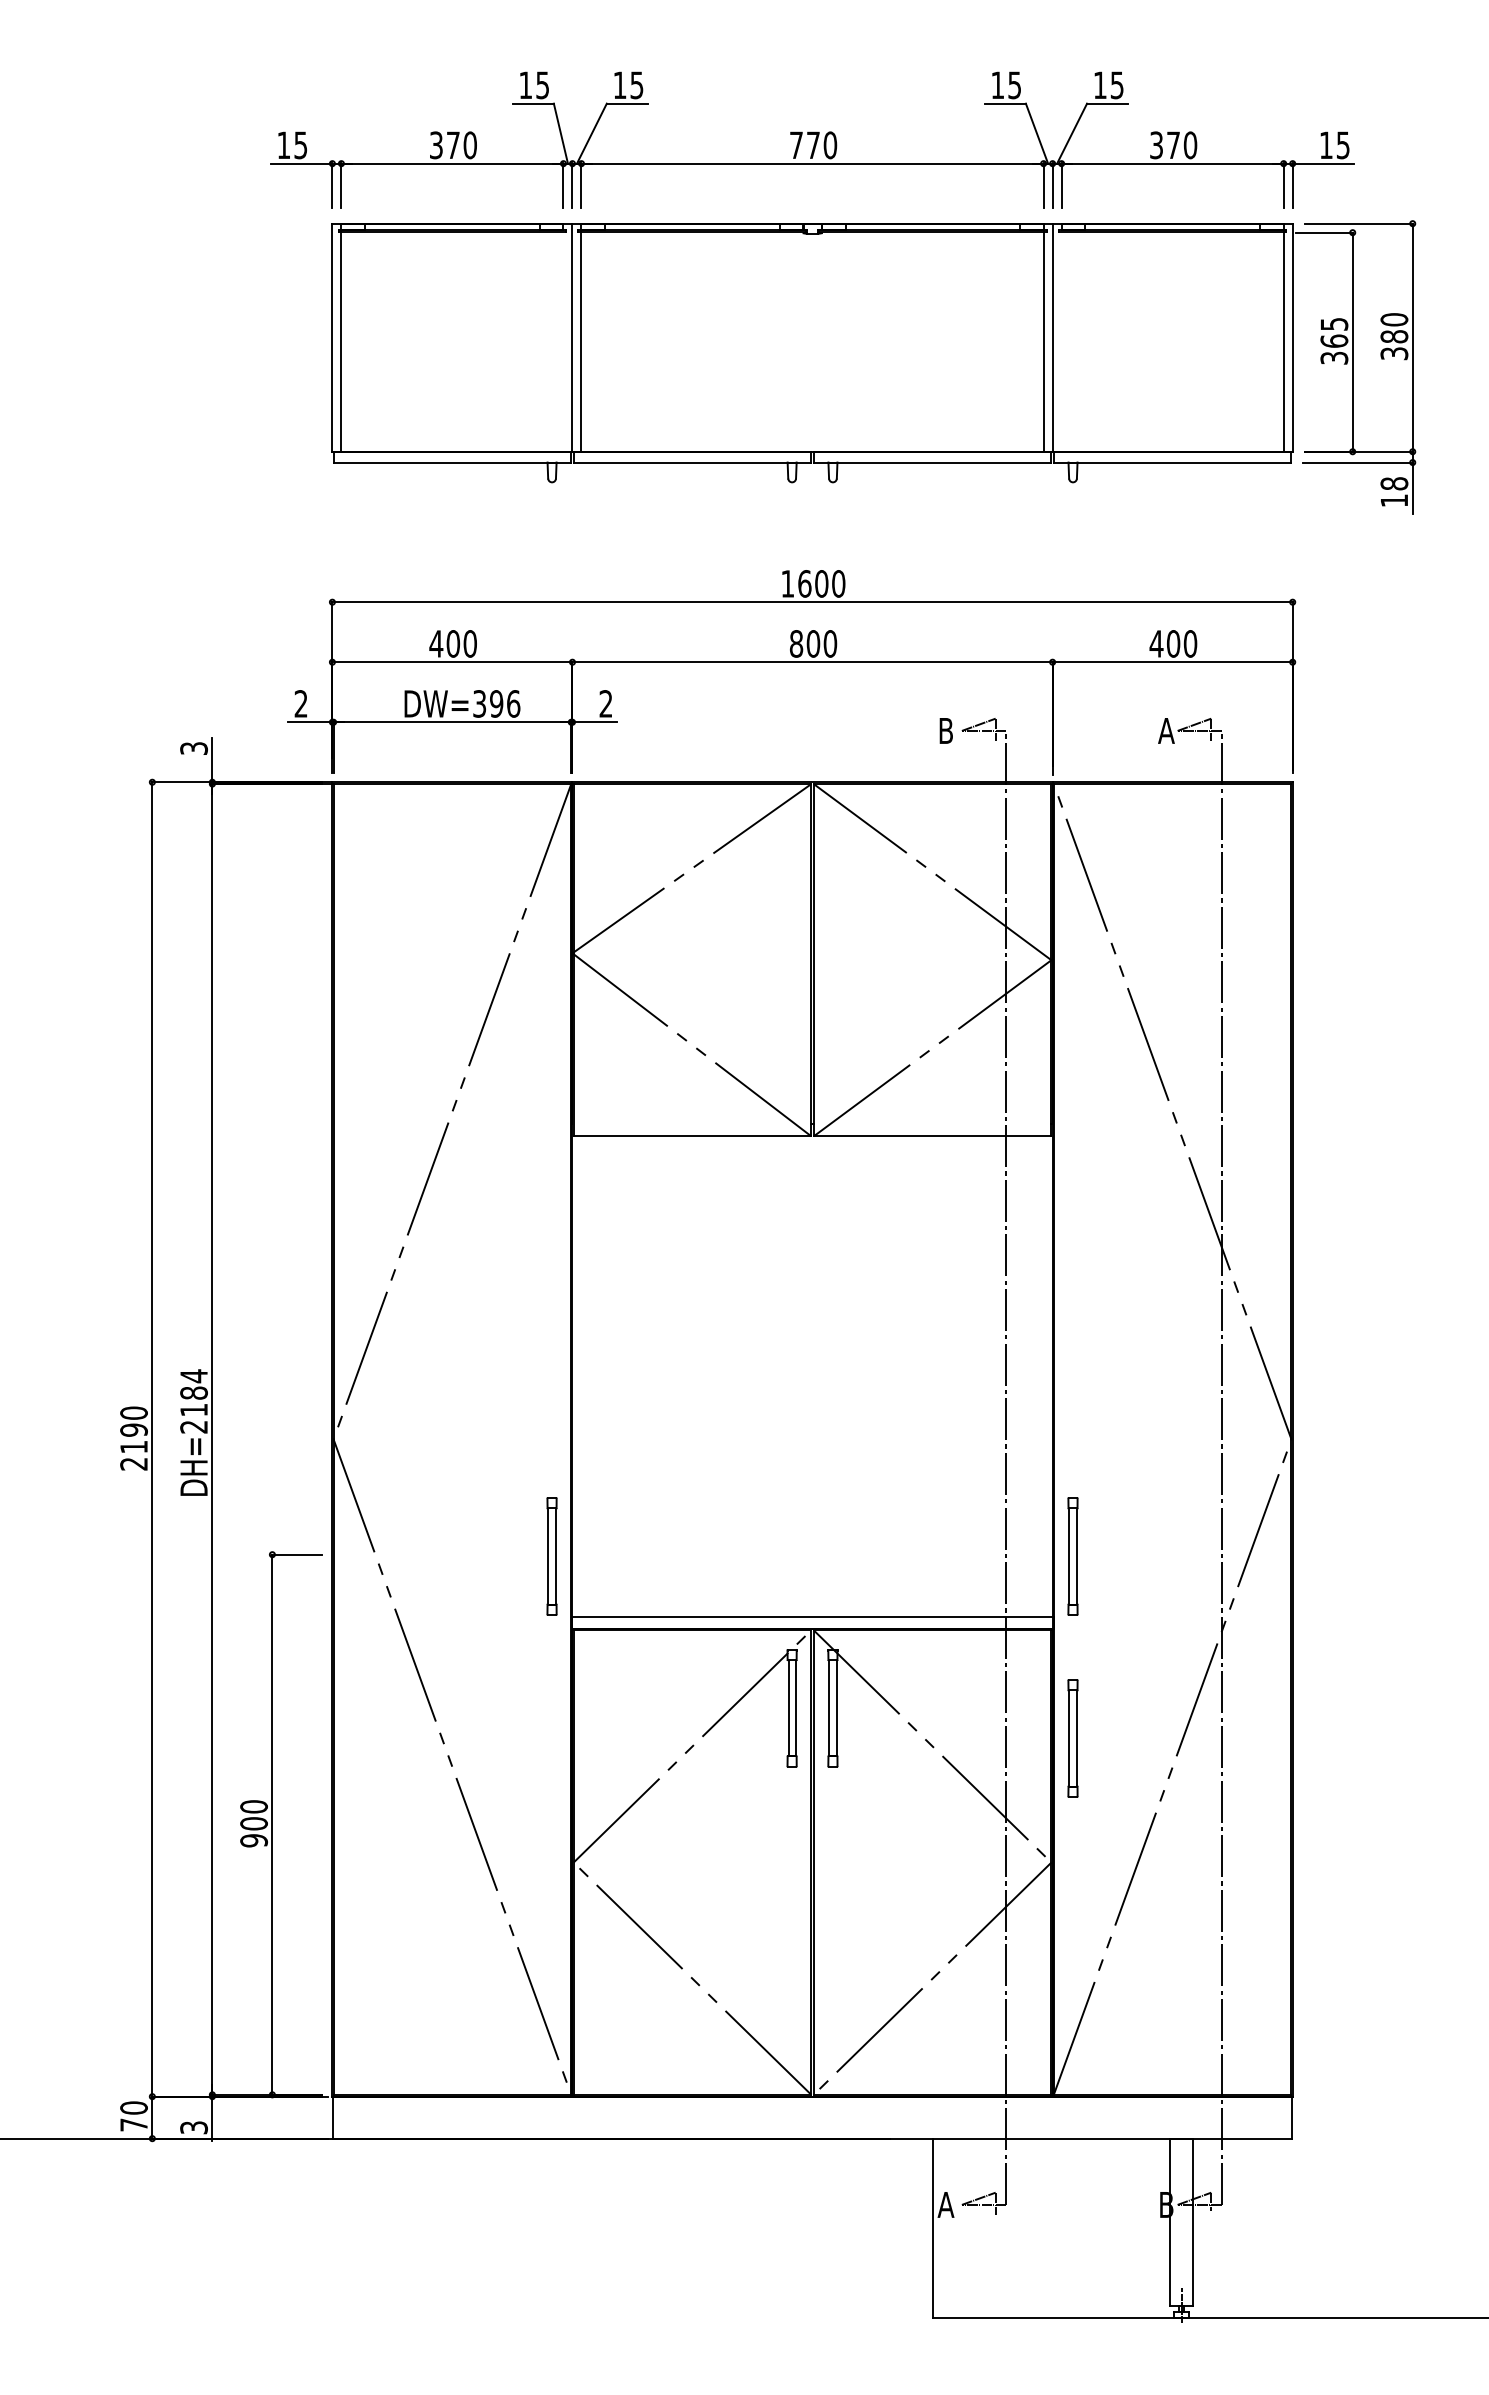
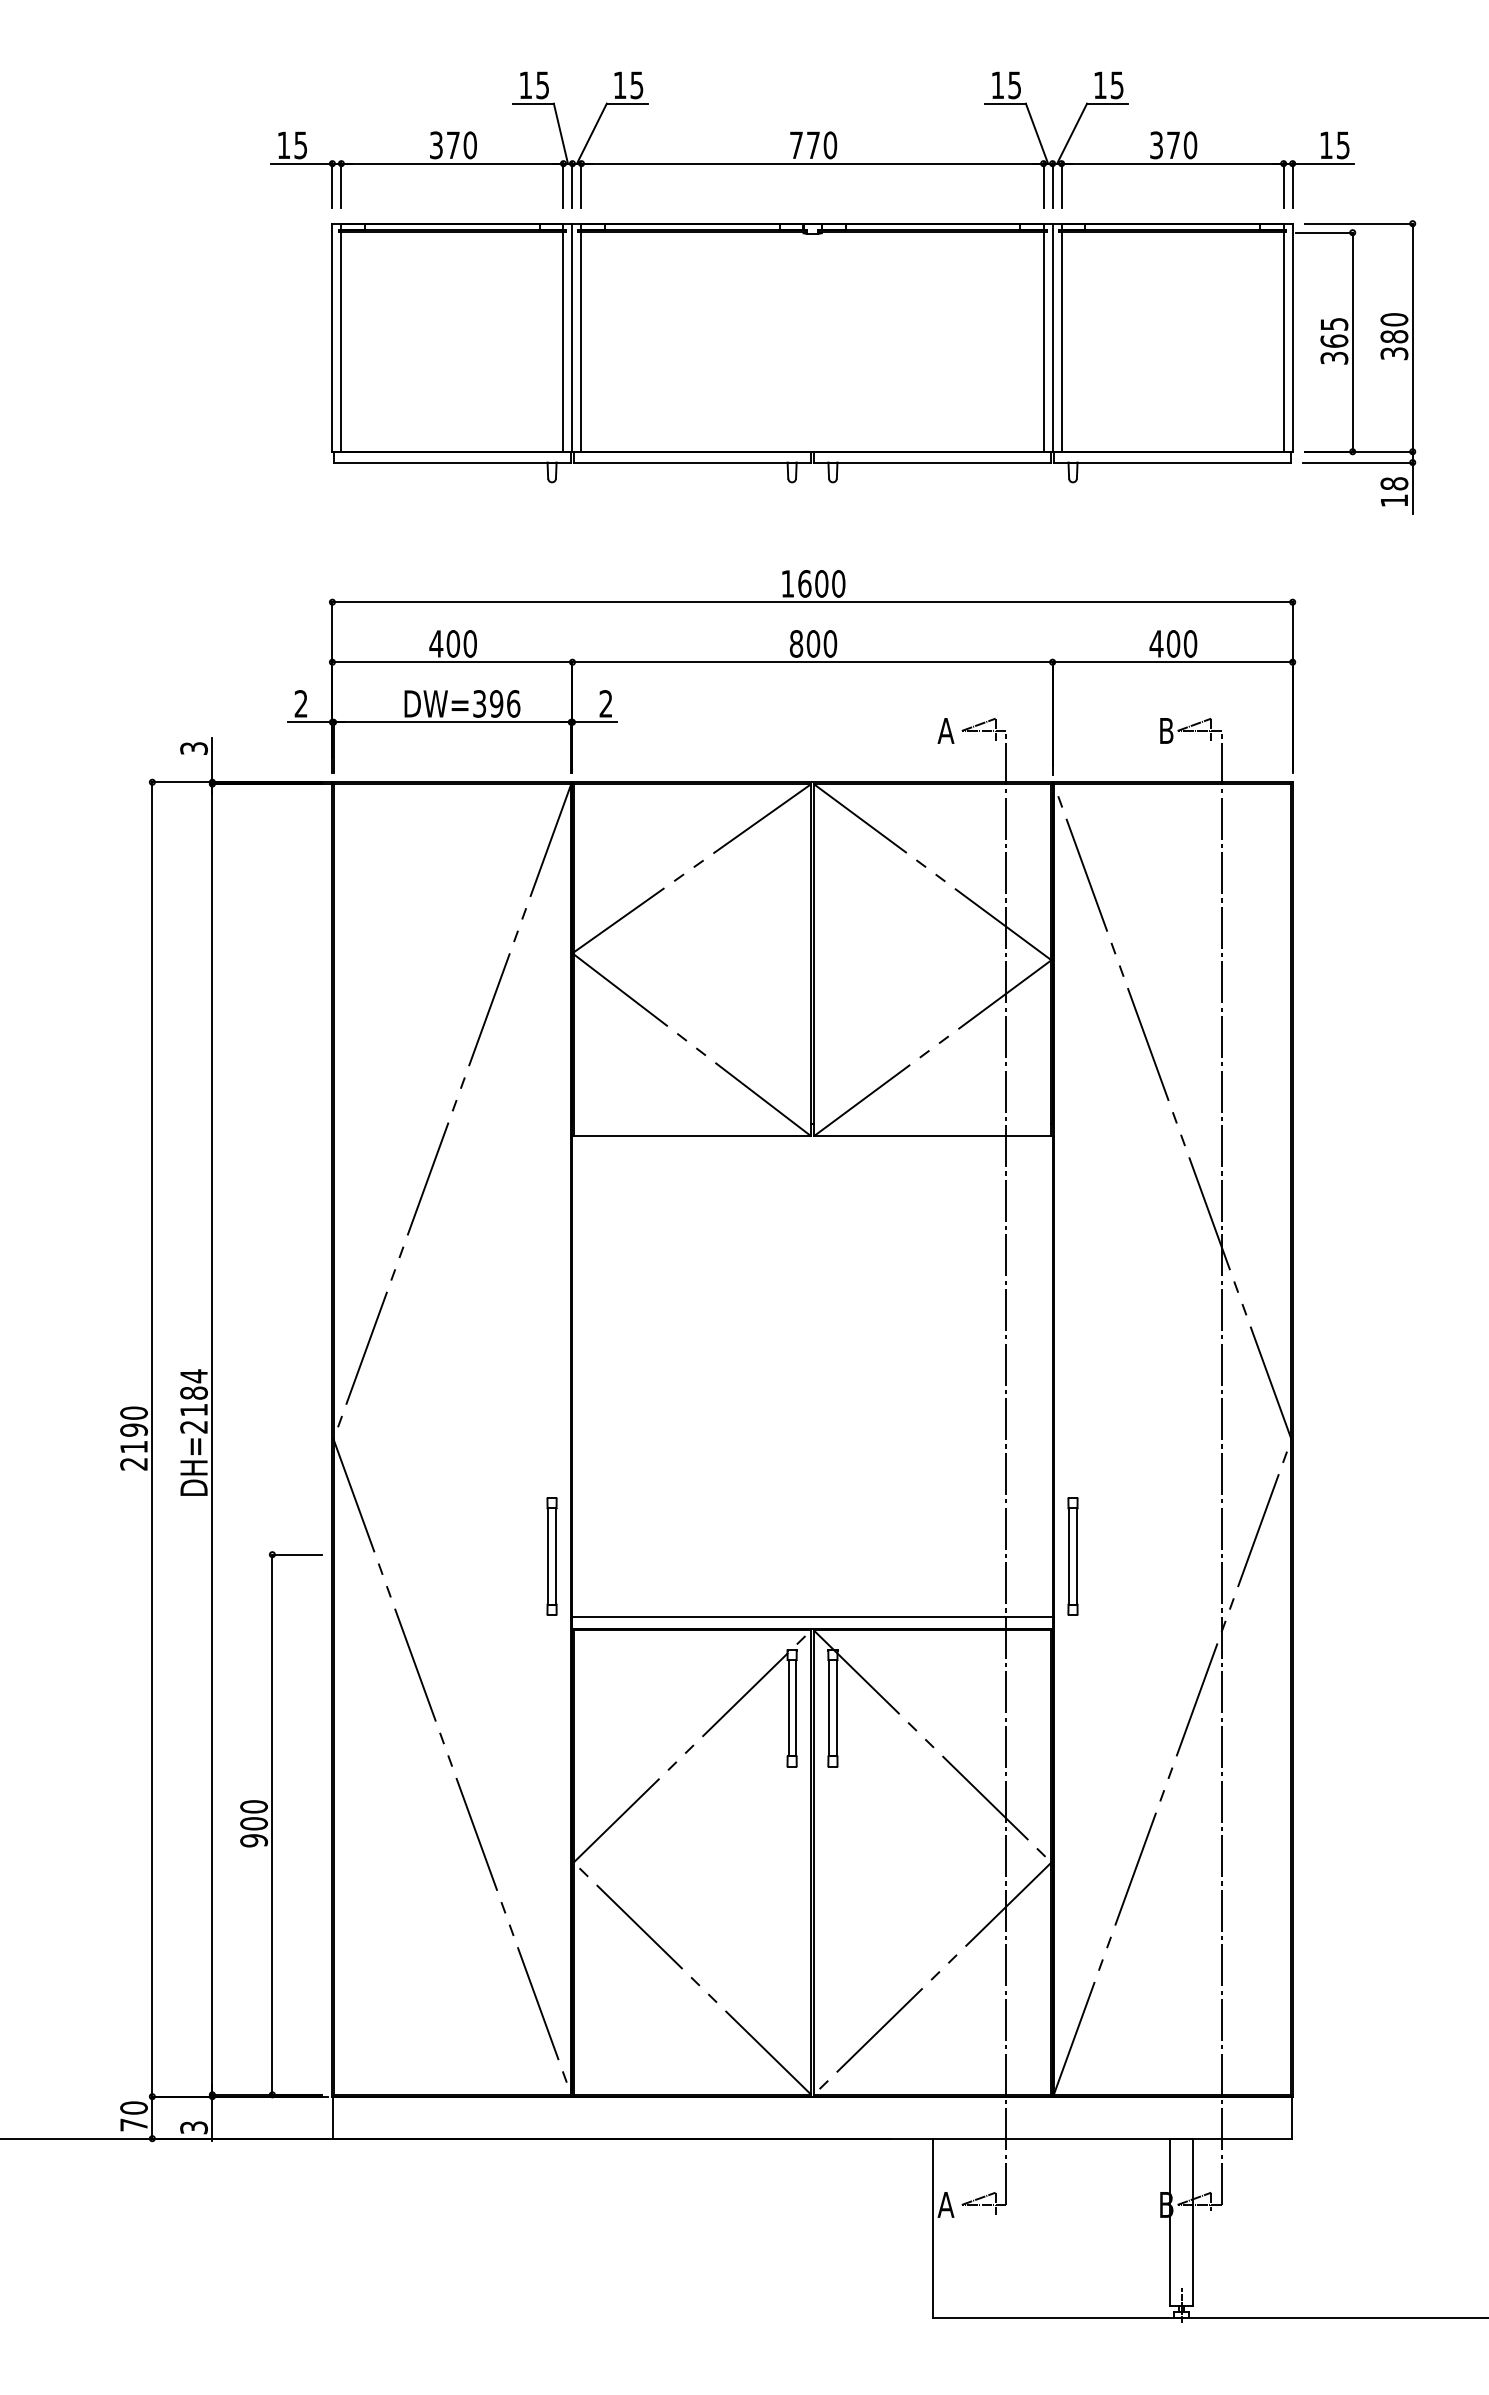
line at (563, 341): none -> present
line at (1061, 341): none -> present
text at (945, 730): B -> A
text at (1166, 730): A -> B
part at (1072, 1738): present -> none
